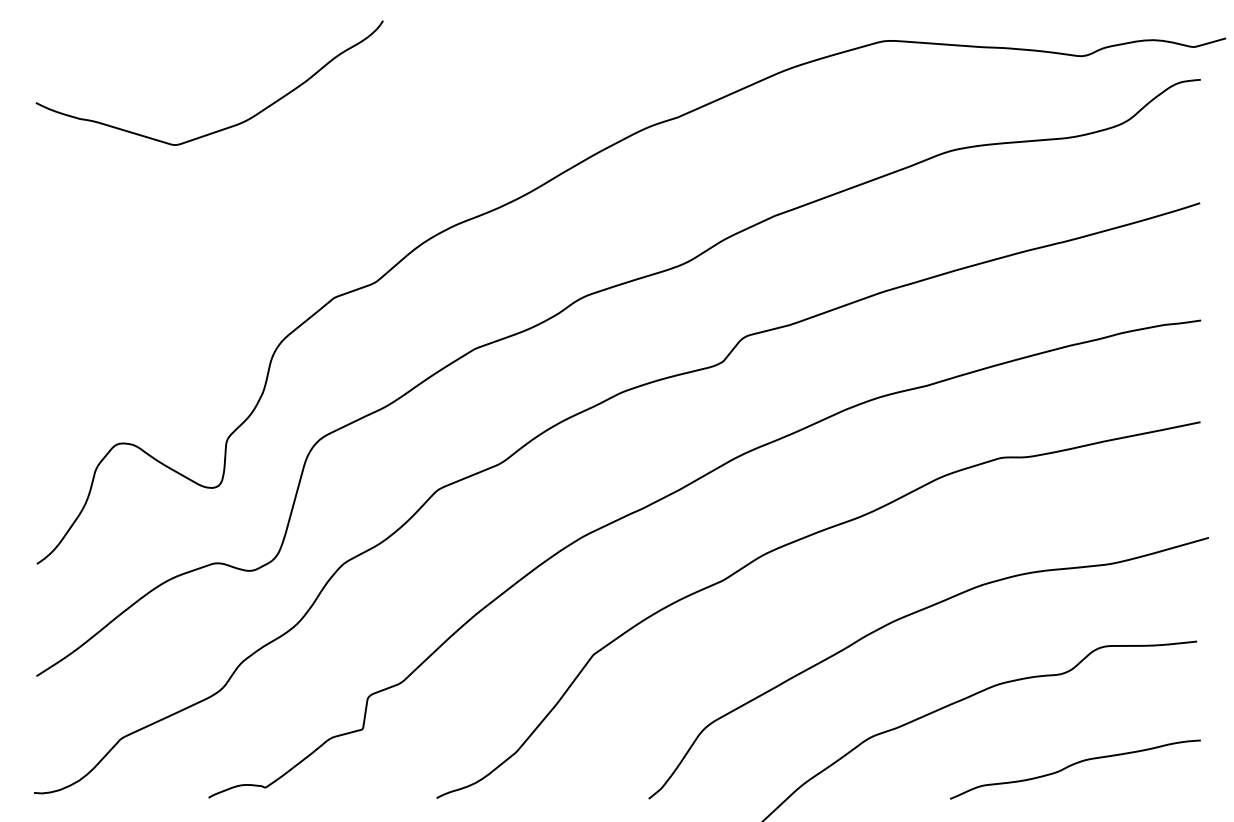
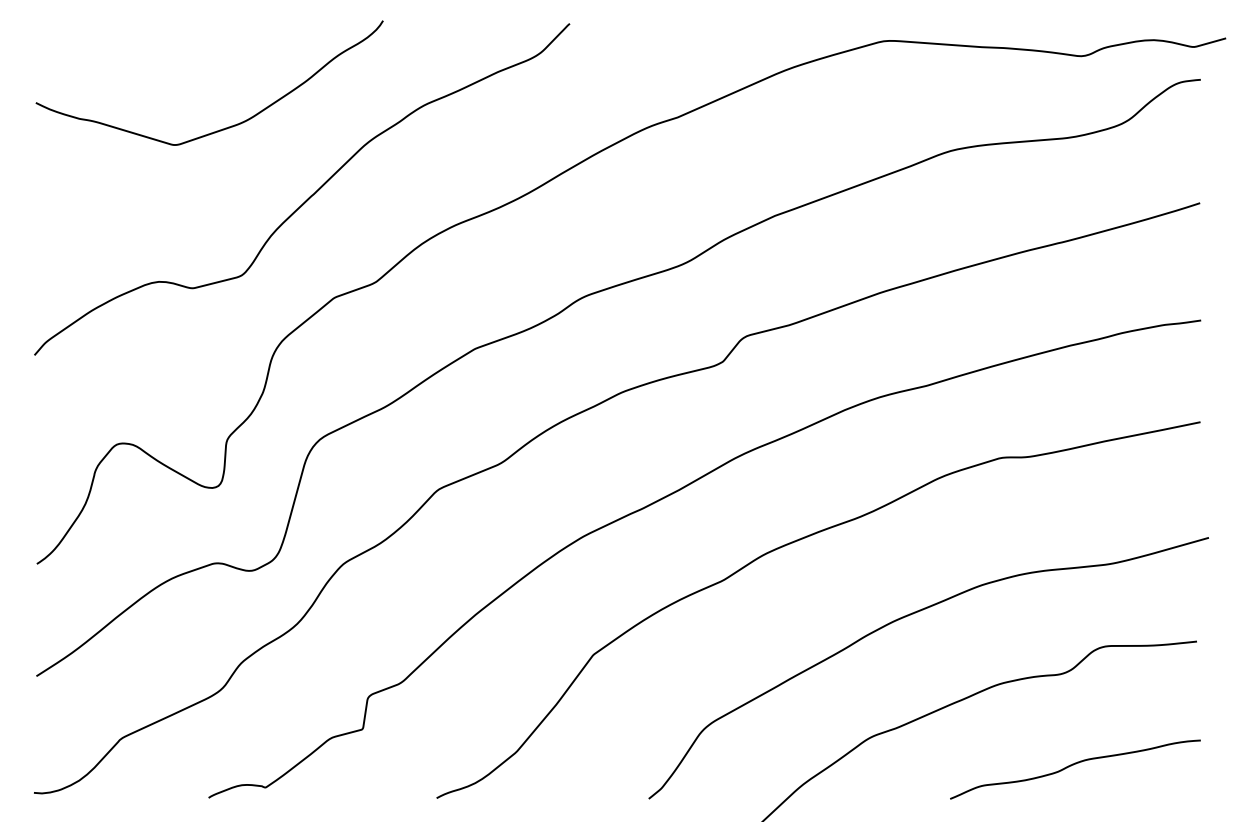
curve at (309, 196): none -> present
